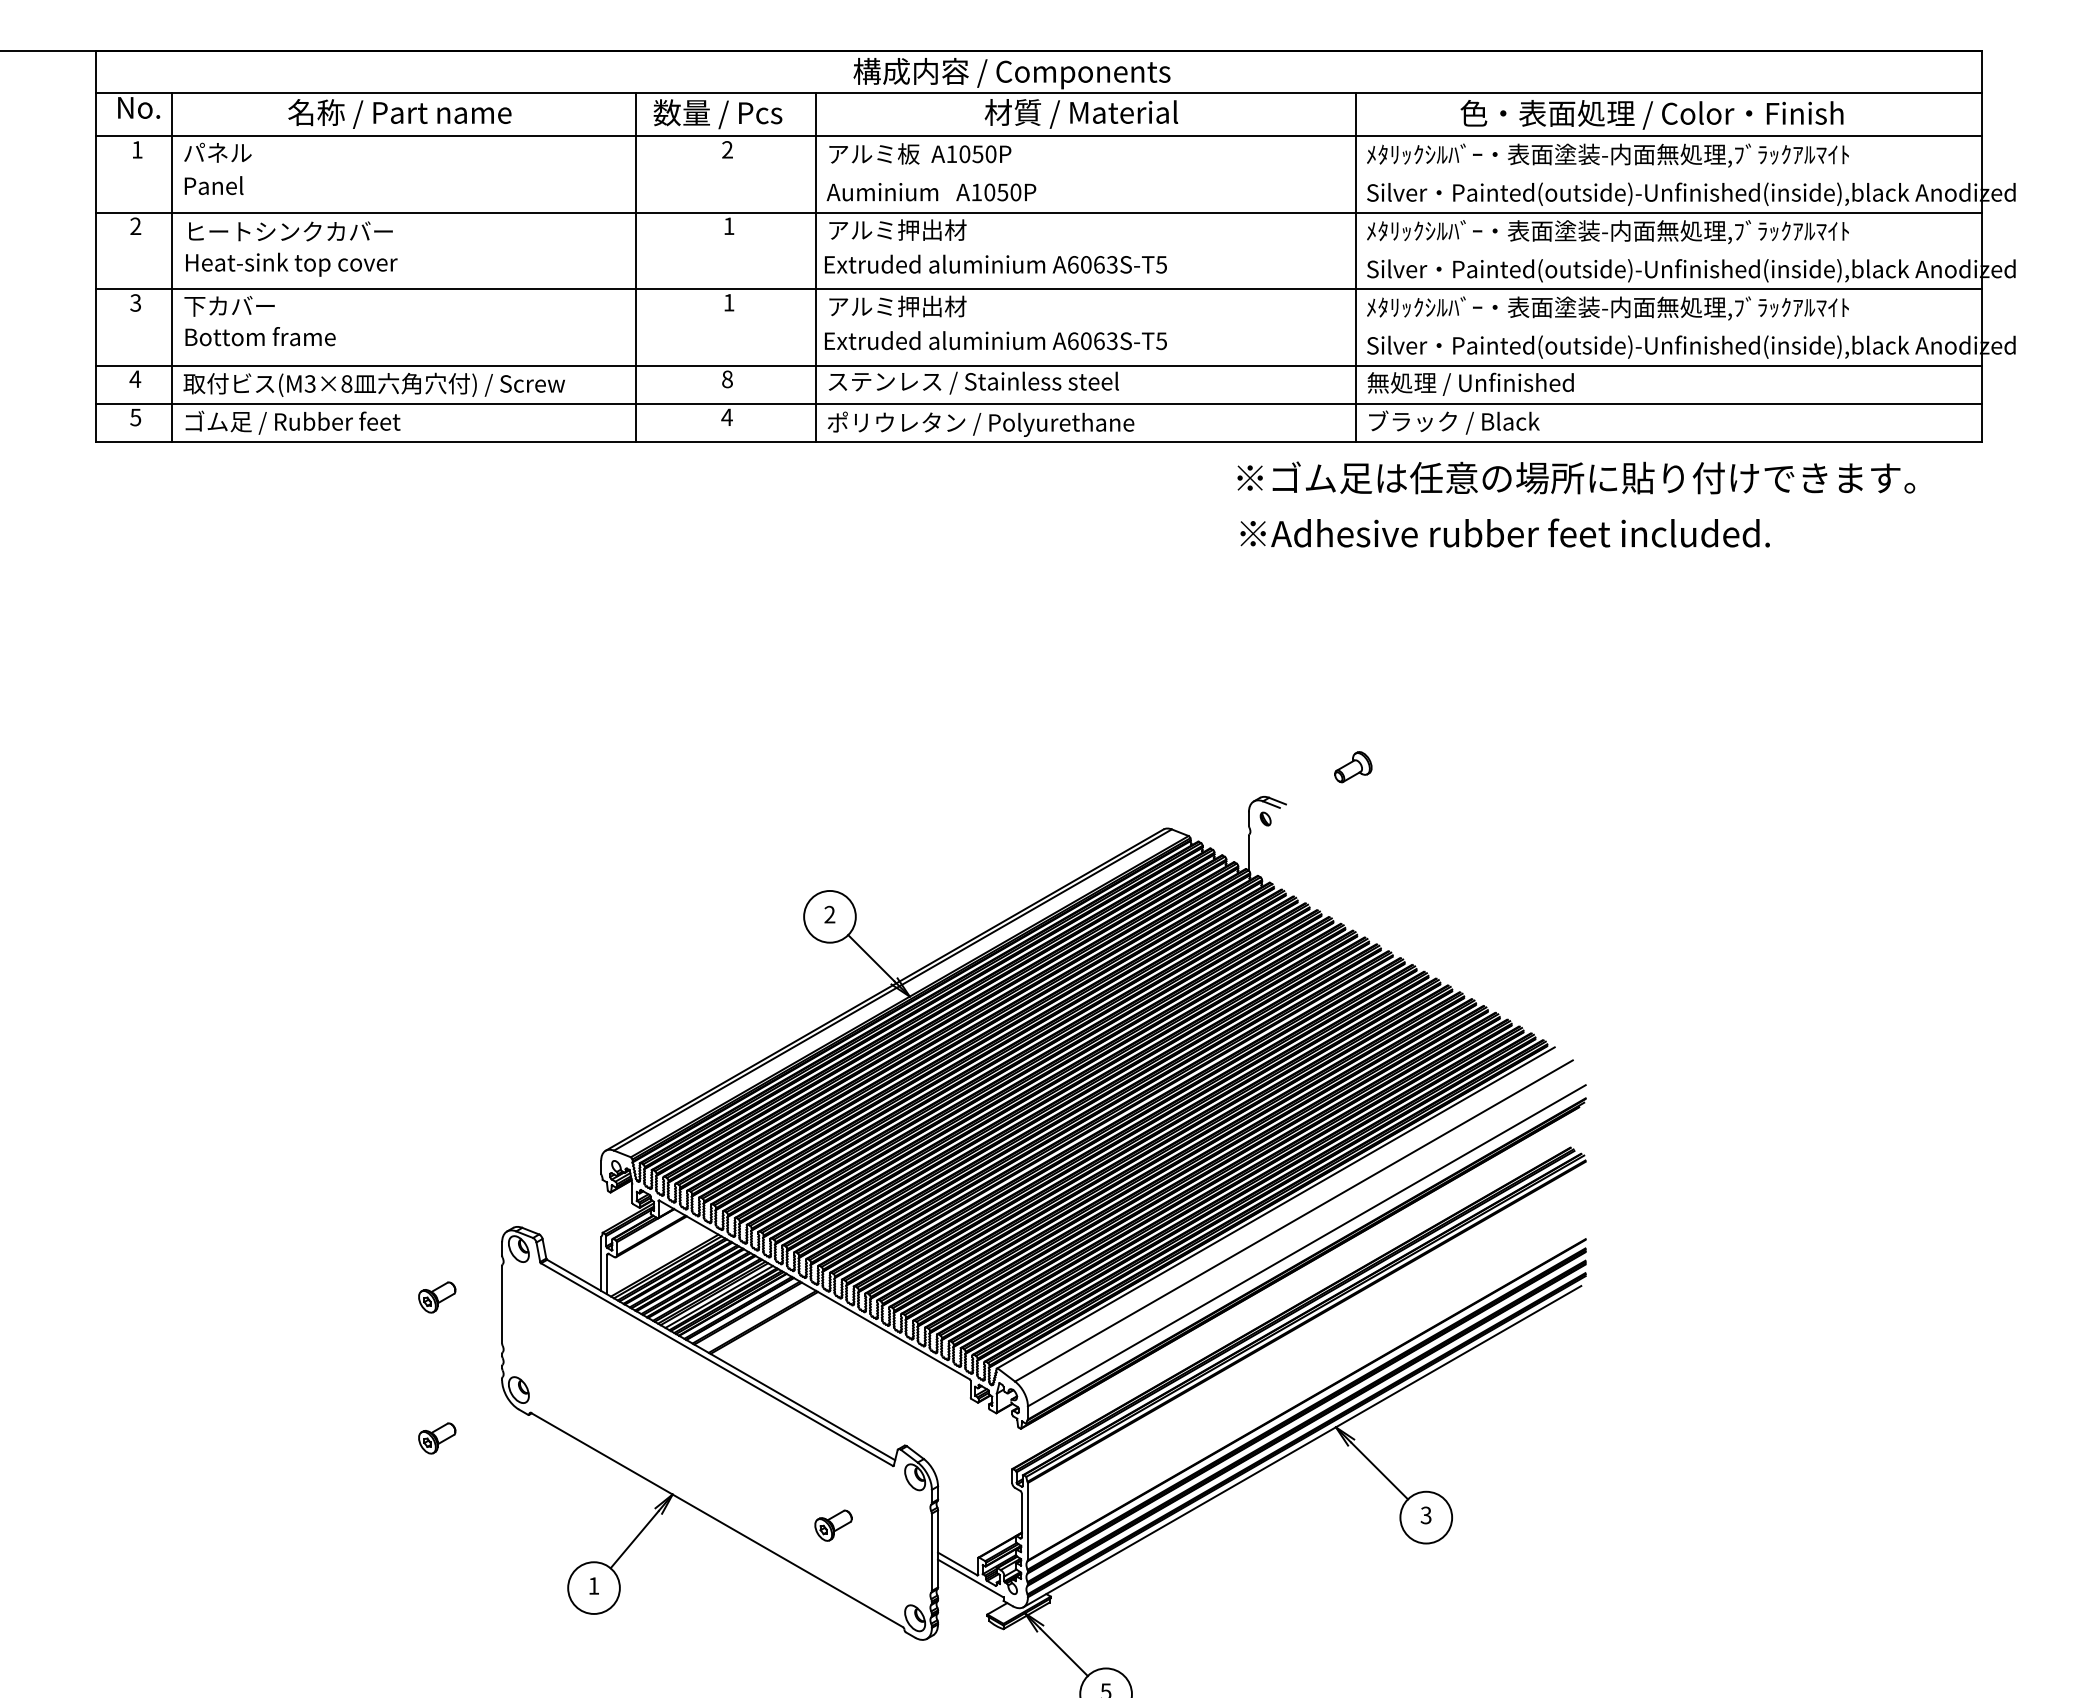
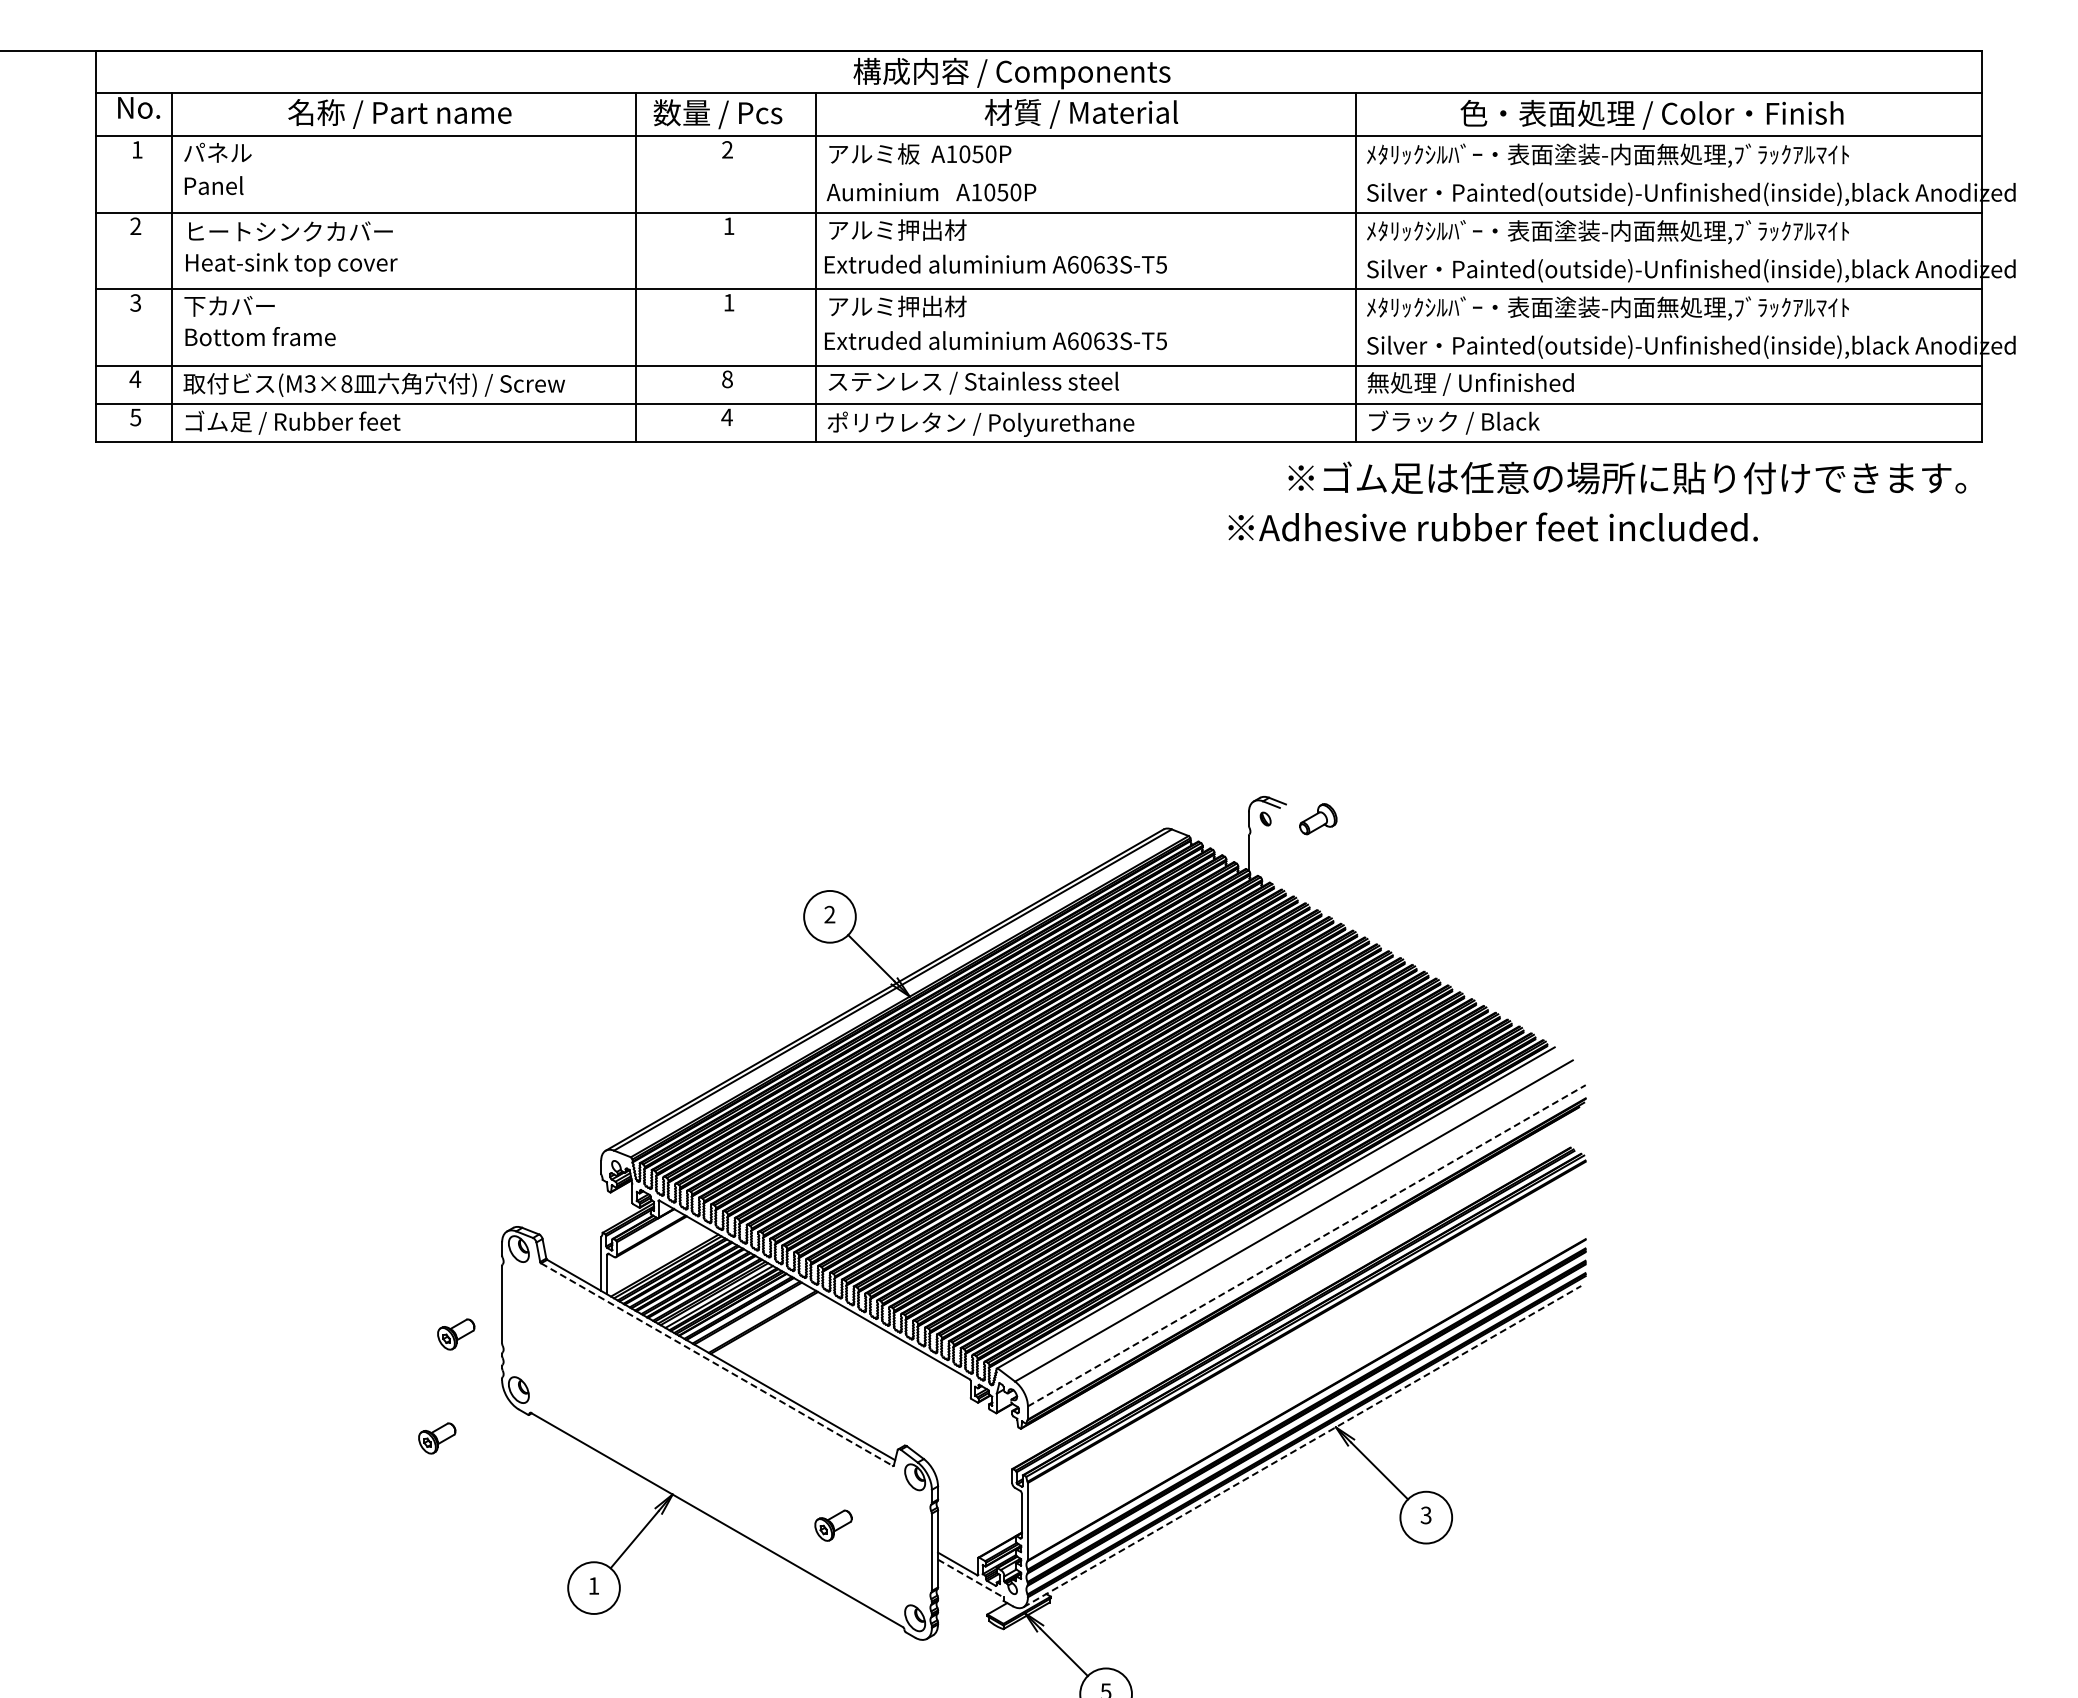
text at (1576, 477) position: (1576, 477) -> (1627, 477)
text at (1504, 532) position: (1504, 532) -> (1492, 526)
part at (1353, 767) position: (1353, 767) -> (1318, 819)
line at (1306, 1245): solid -> dashed
part at (437, 1297) position: (437, 1297) -> (456, 1334)
line at (717, 1364): solid -> dashed
line at (1302, 1446): solid -> dashed
line at (970, 1578): solid -> dashed
